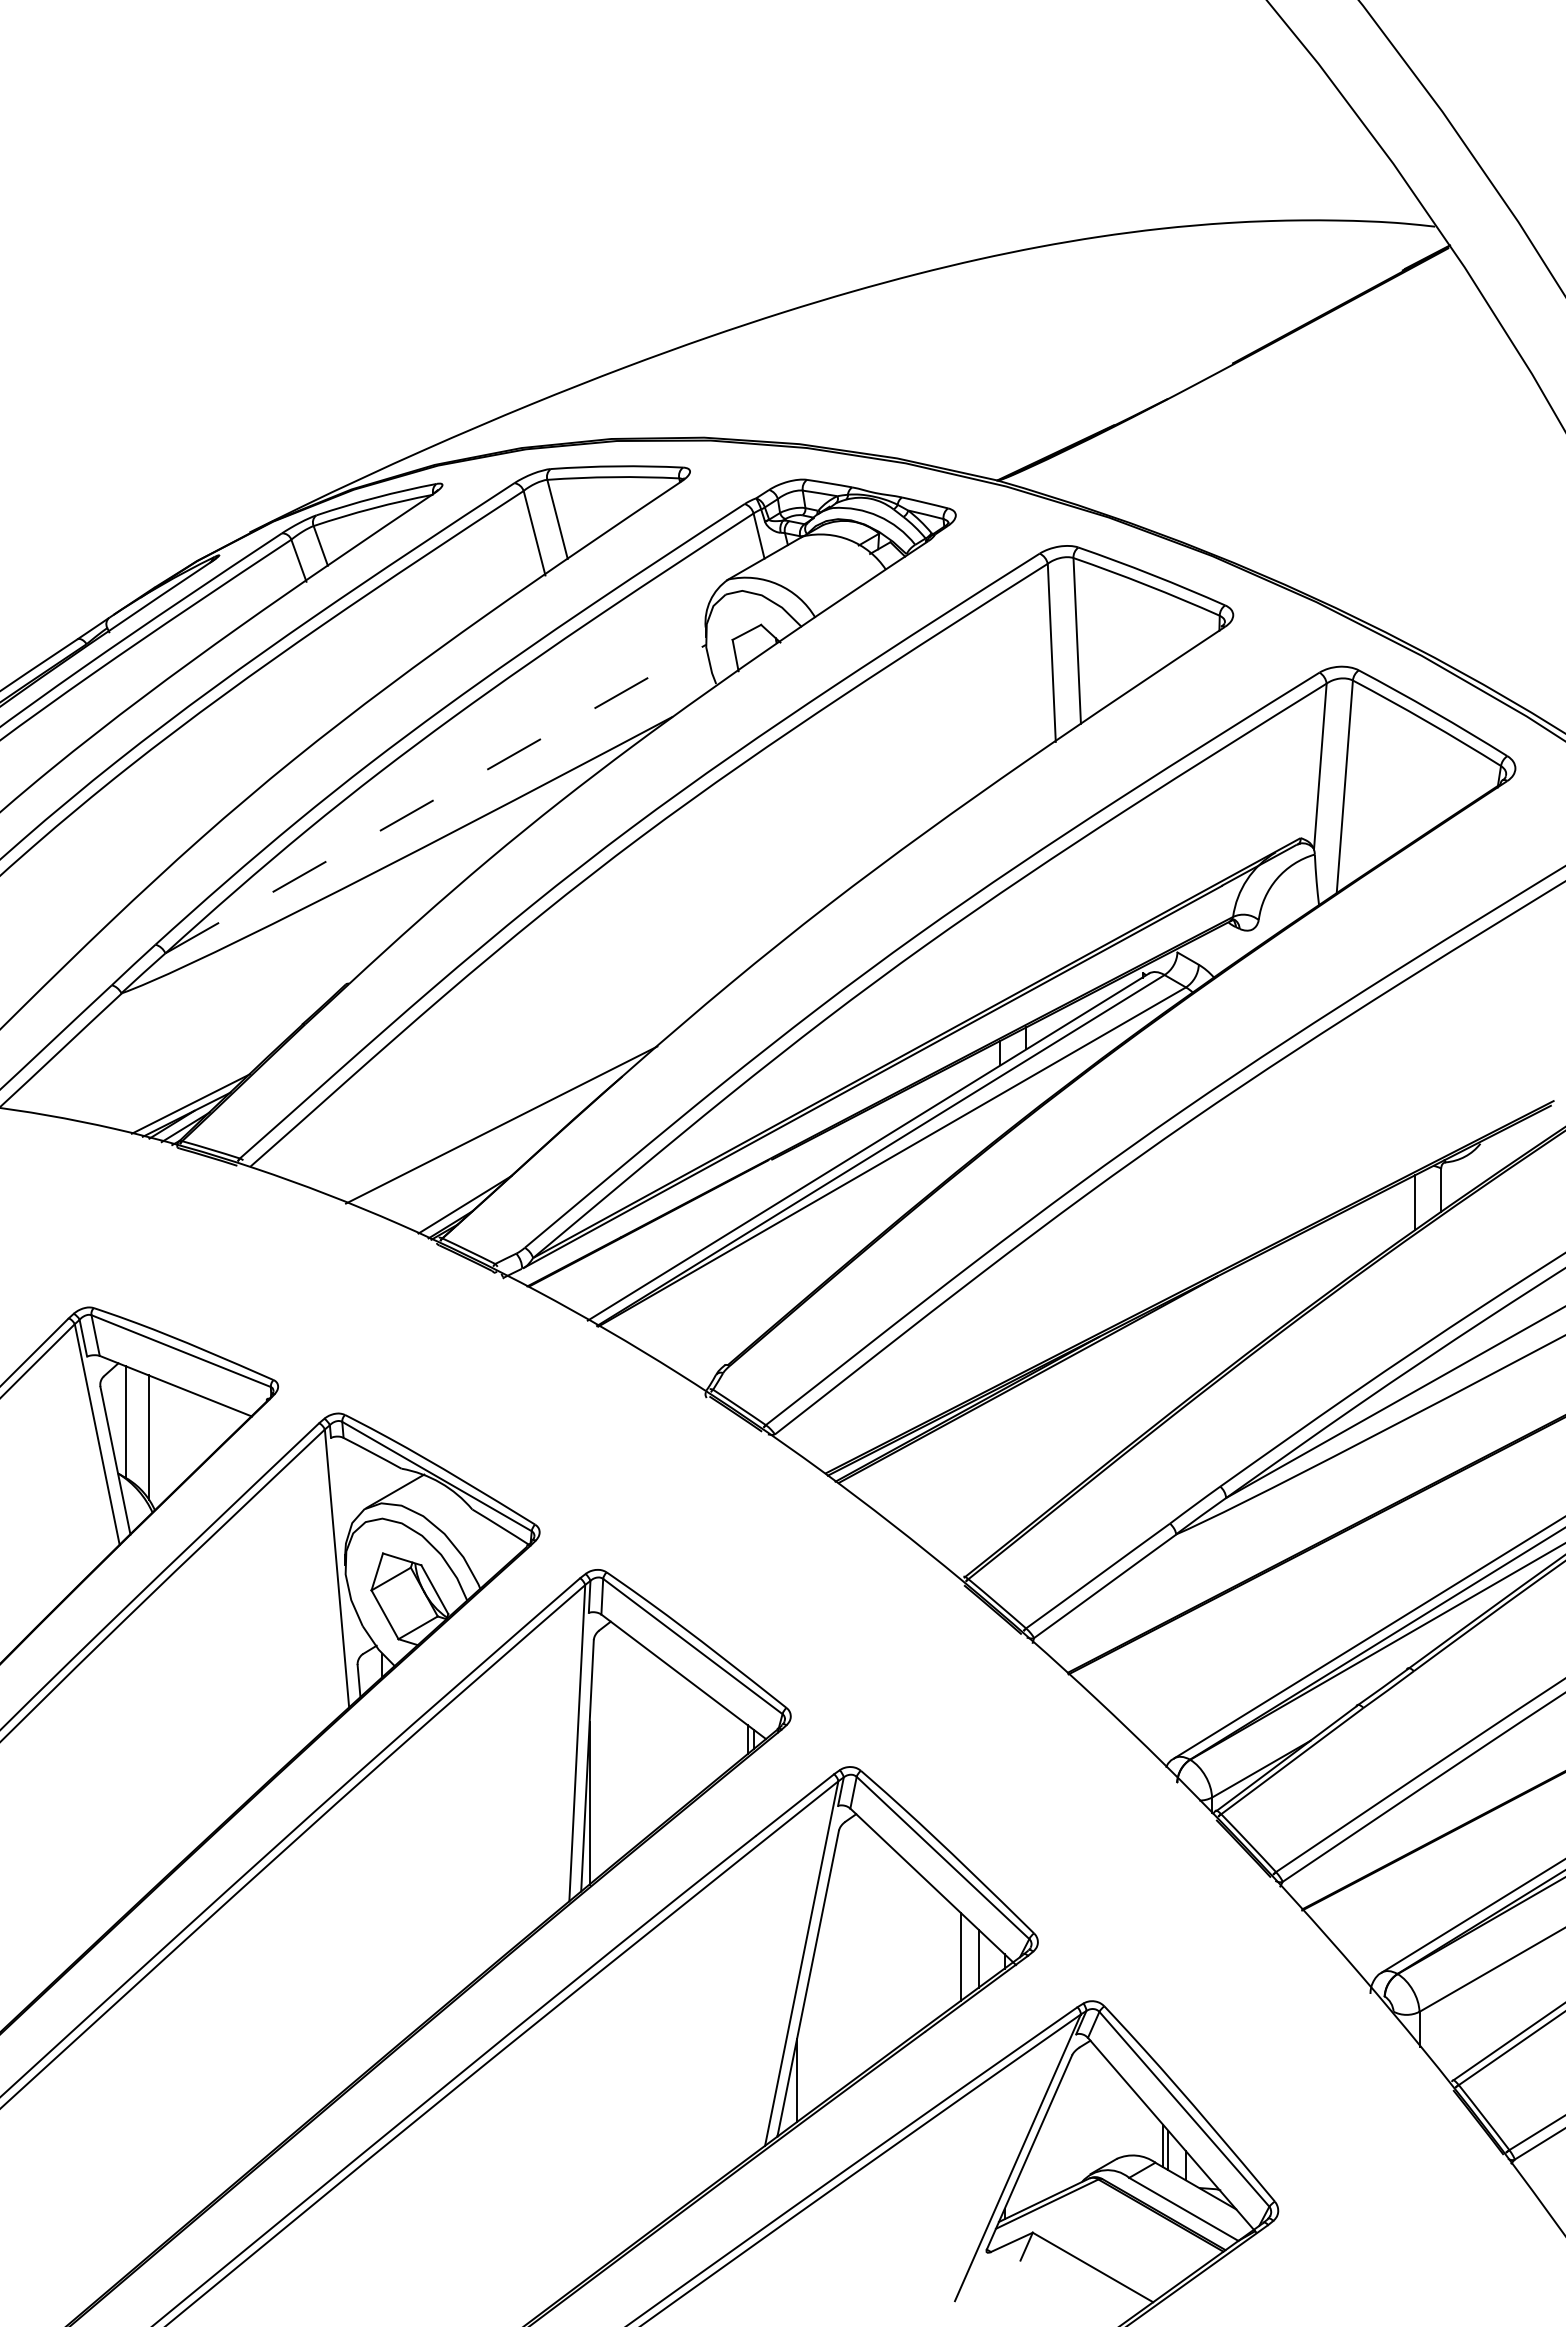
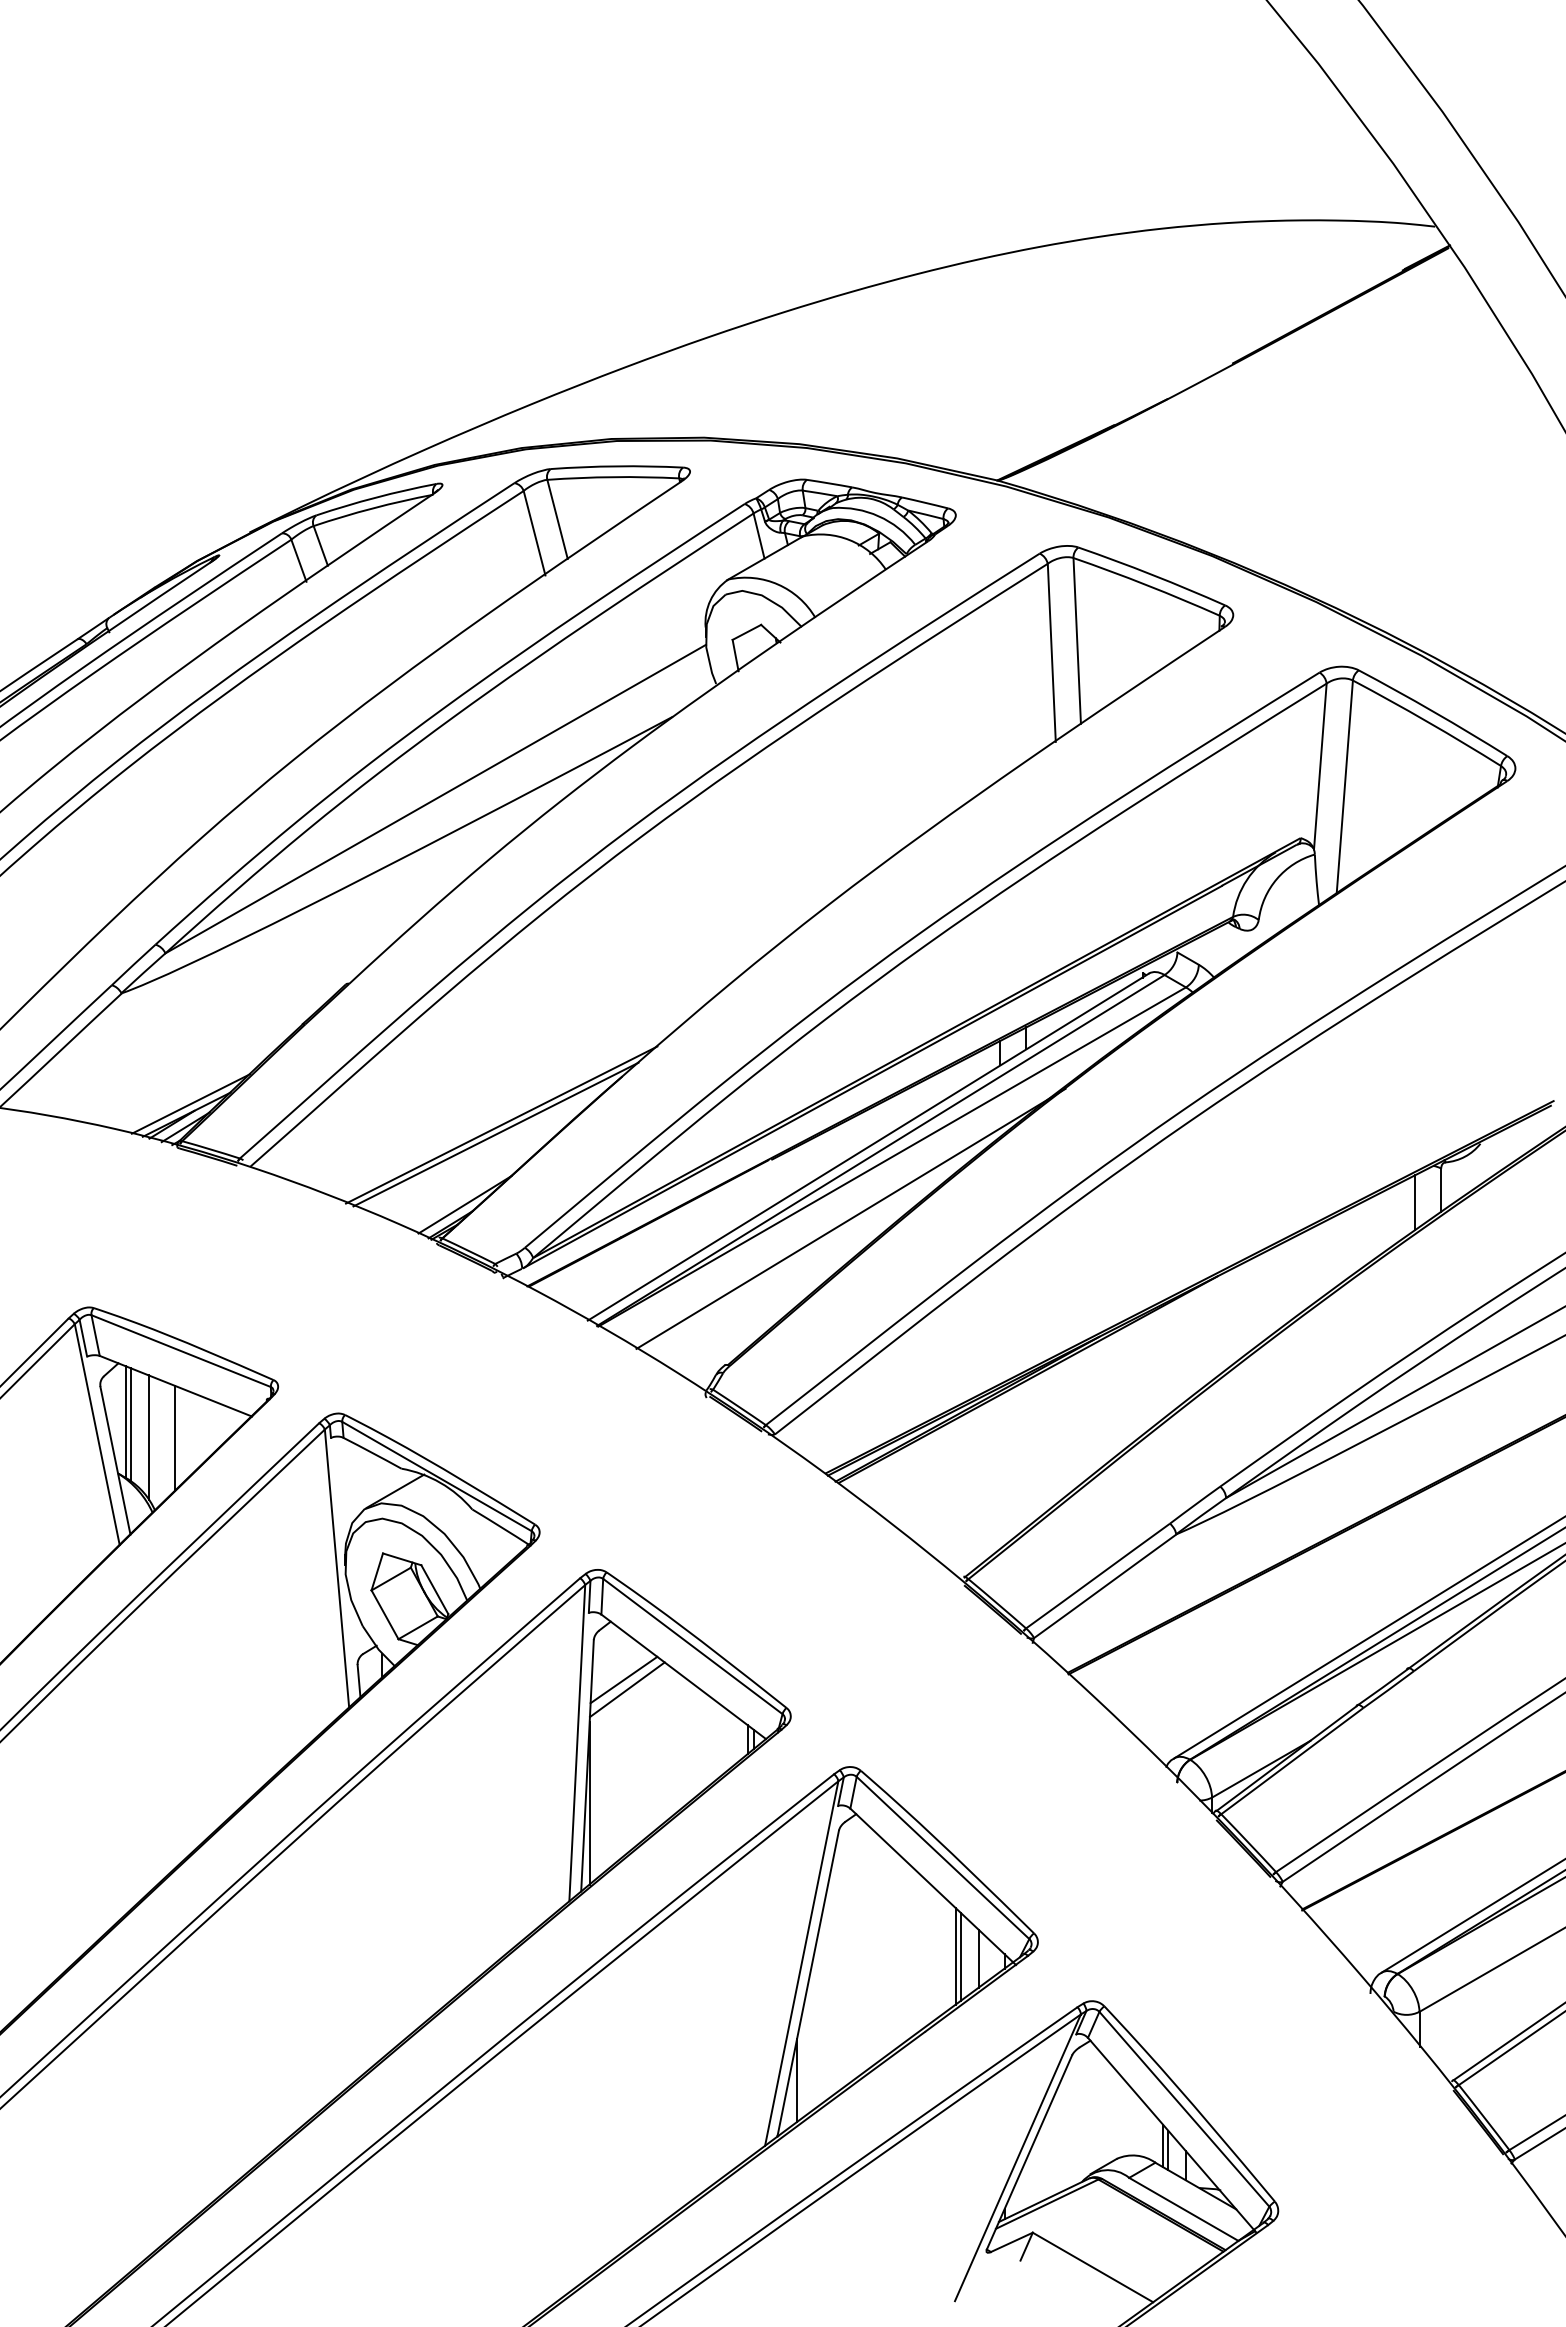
line at (436, 798): dashed -> solid
line at (495, 1134): none -> present
line at (850, 1218): none -> present
line at (131, 1424): none -> present
line at (174, 1438): none -> present
line at (623, 1679): none -> present
line at (626, 1689): none -> present
line at (955, 1955): none -> present
